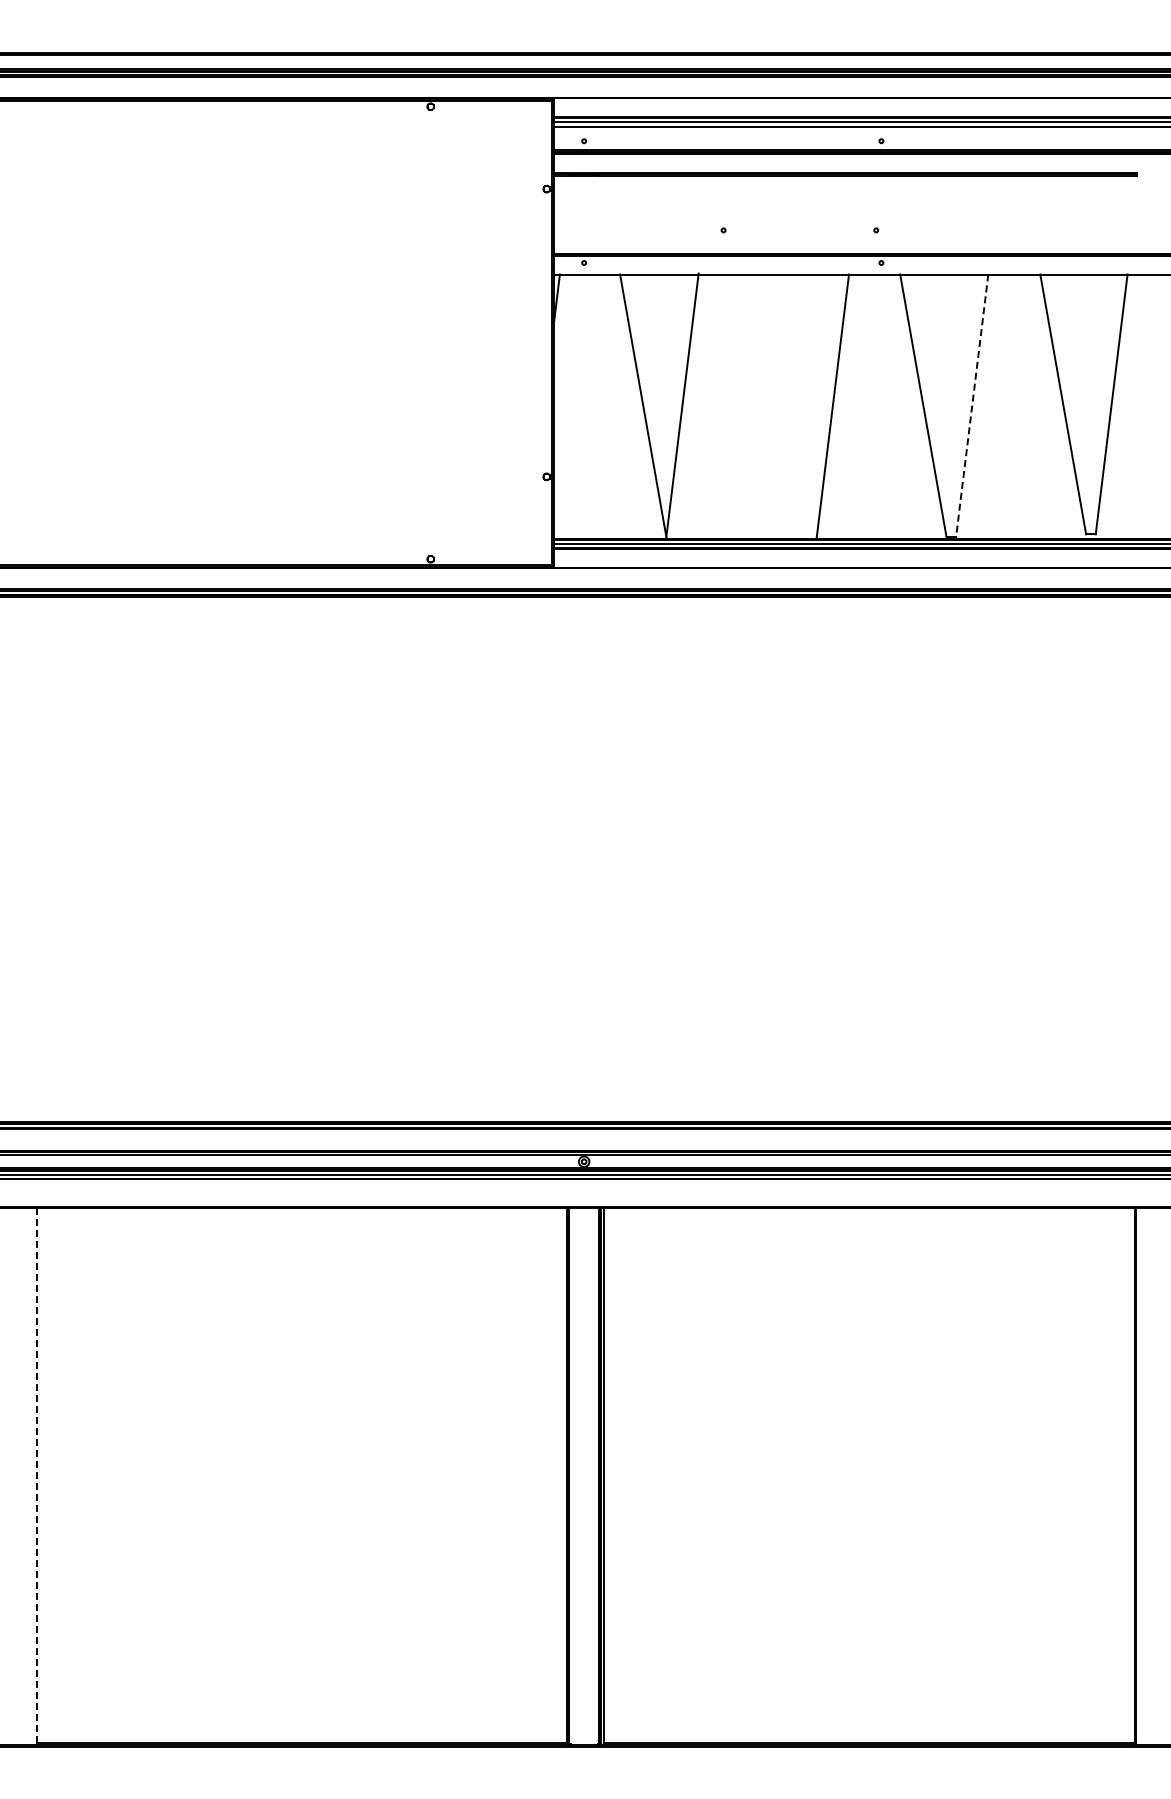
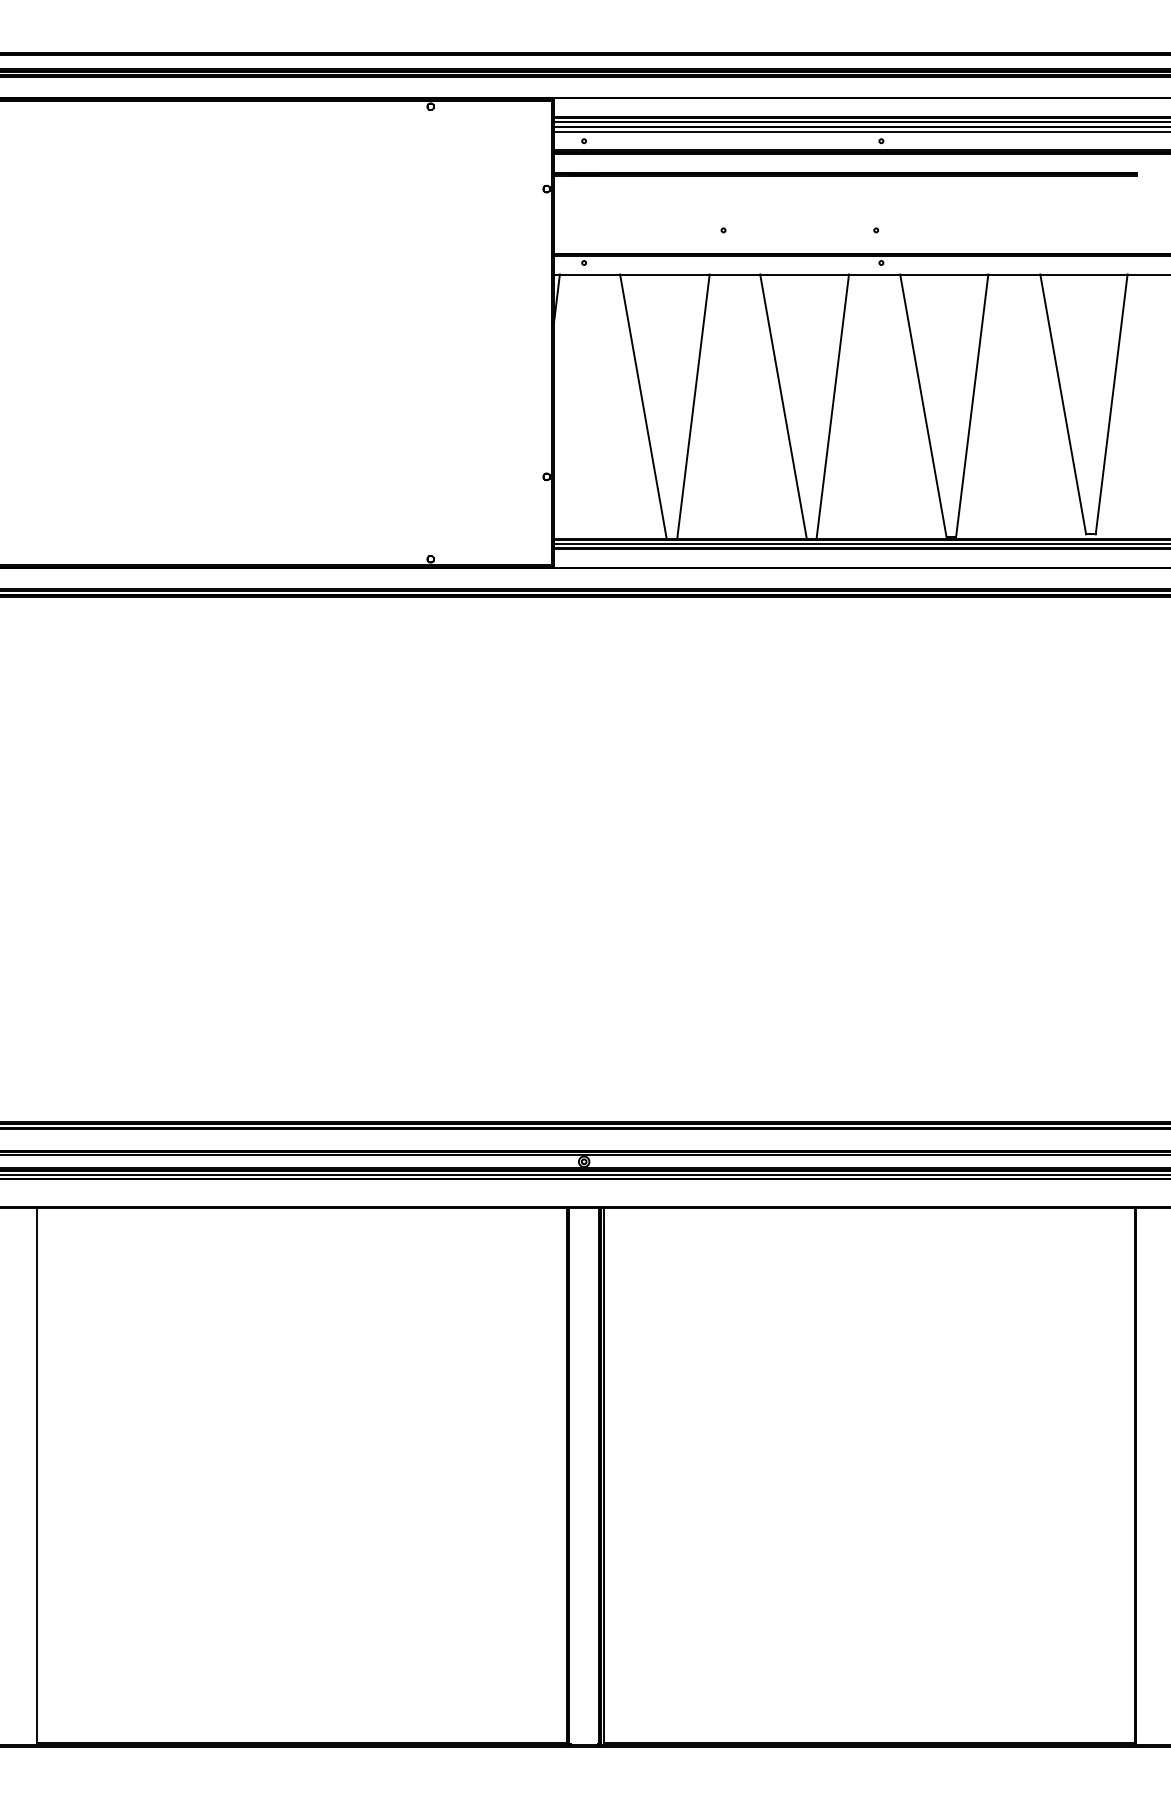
line at (860, 131): none -> present
line at (682, 405) position: (682, 405) -> (693, 406)
line at (783, 406): none -> present
line at (972, 406): dashed -> solid
line at (36, 1475): dashed -> solid
